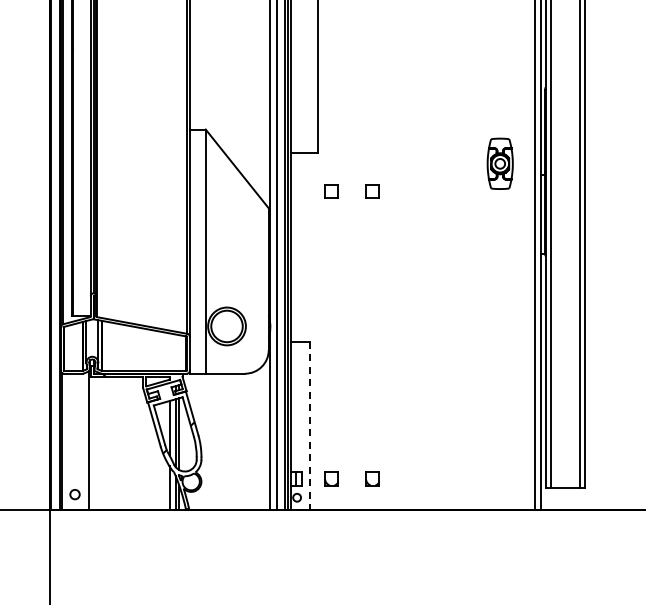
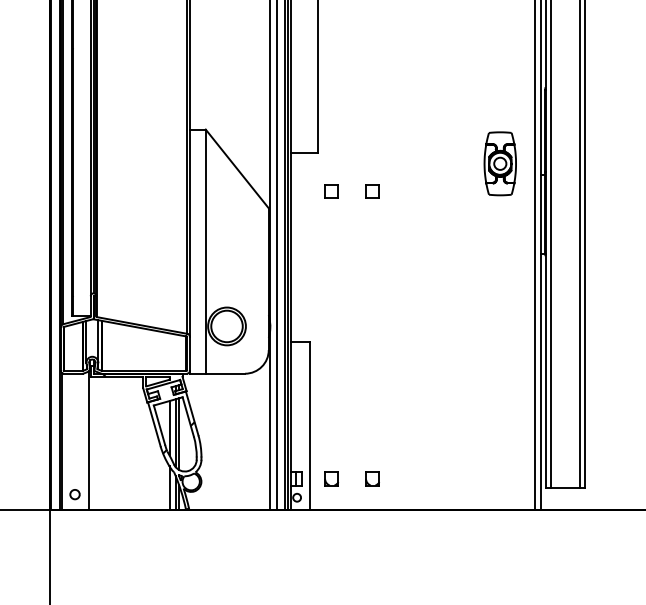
part at (499, 163) size: 28x53 px -> 34x66 px
line at (309, 426): dashed -> solid
